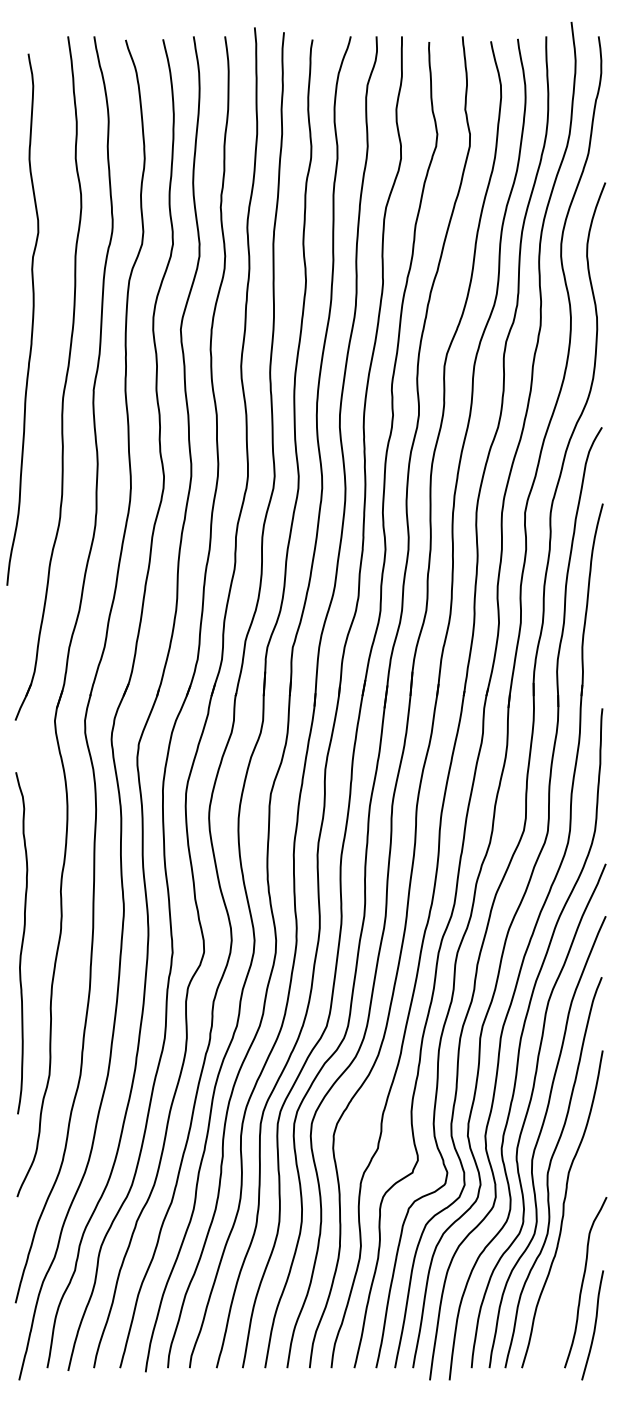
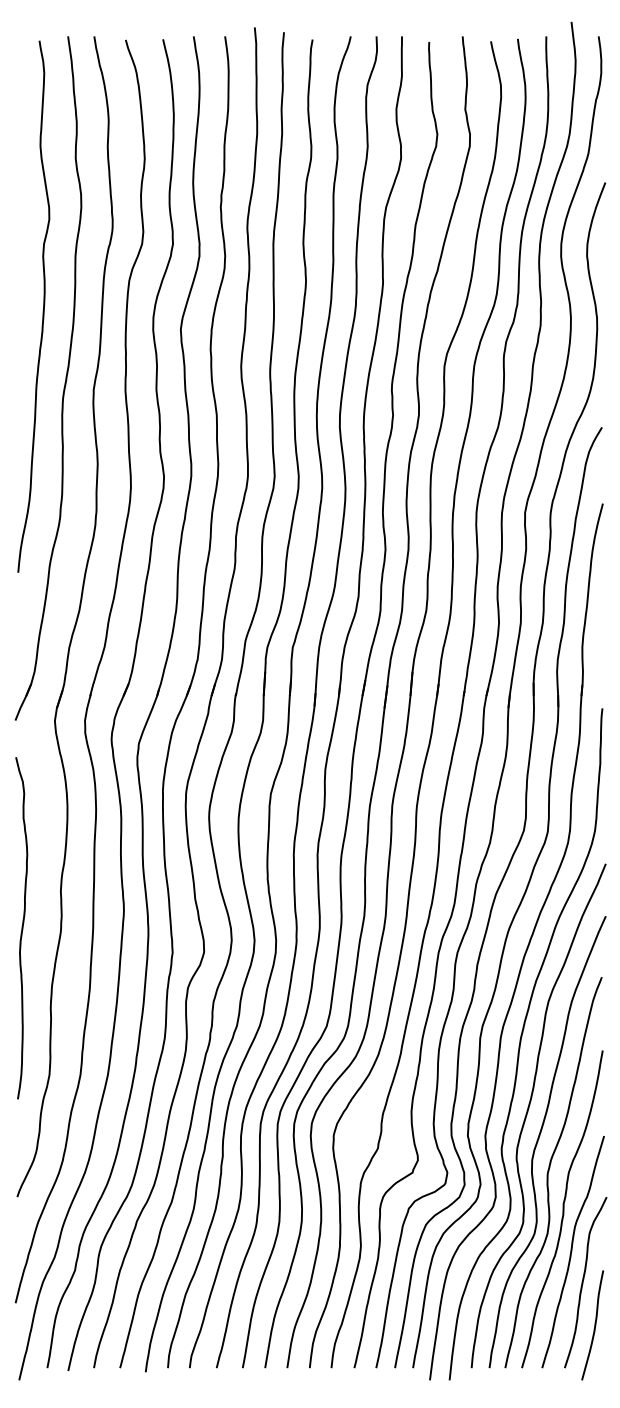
curve at (31, 323) position: (31, 323) -> (42, 310)
curve at (21, 943) position: (21, 943) -> (21, 928)
curve at (572, 1251): none -> present
